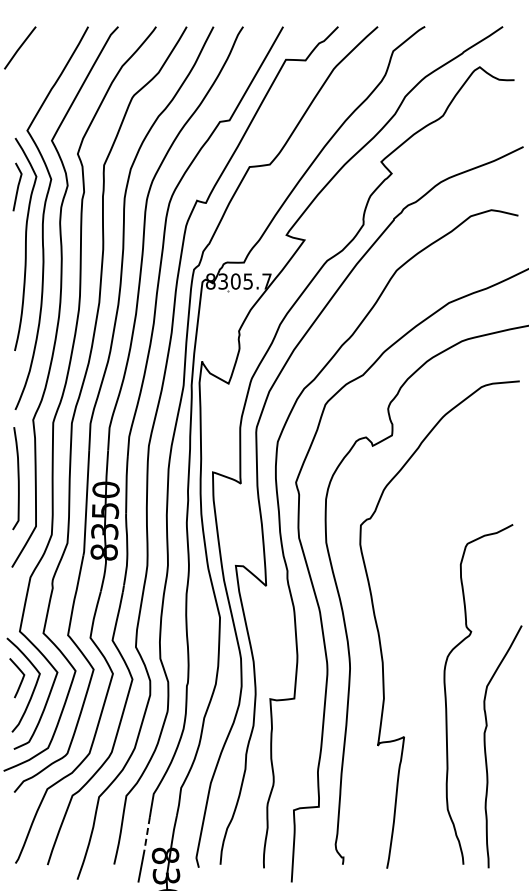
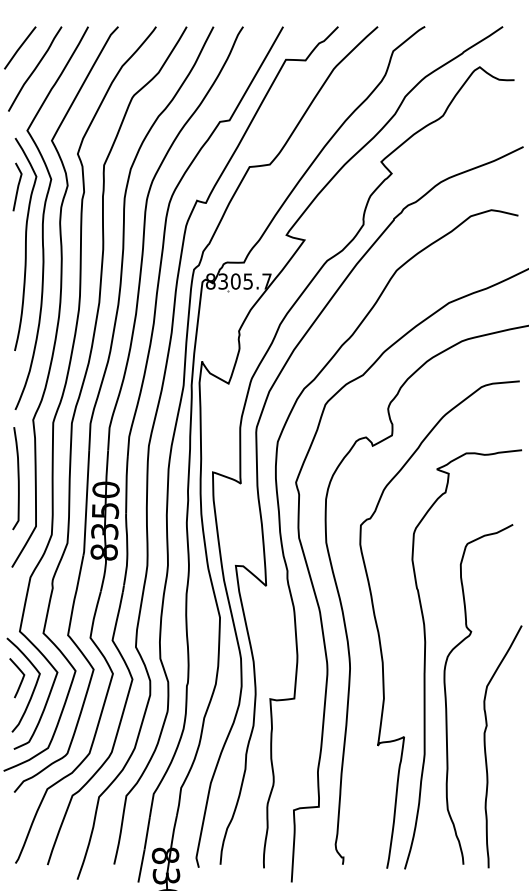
curve at (35, 68): none -> present
curve at (425, 659): none -> present
line at (147, 834): dashed -> solid
